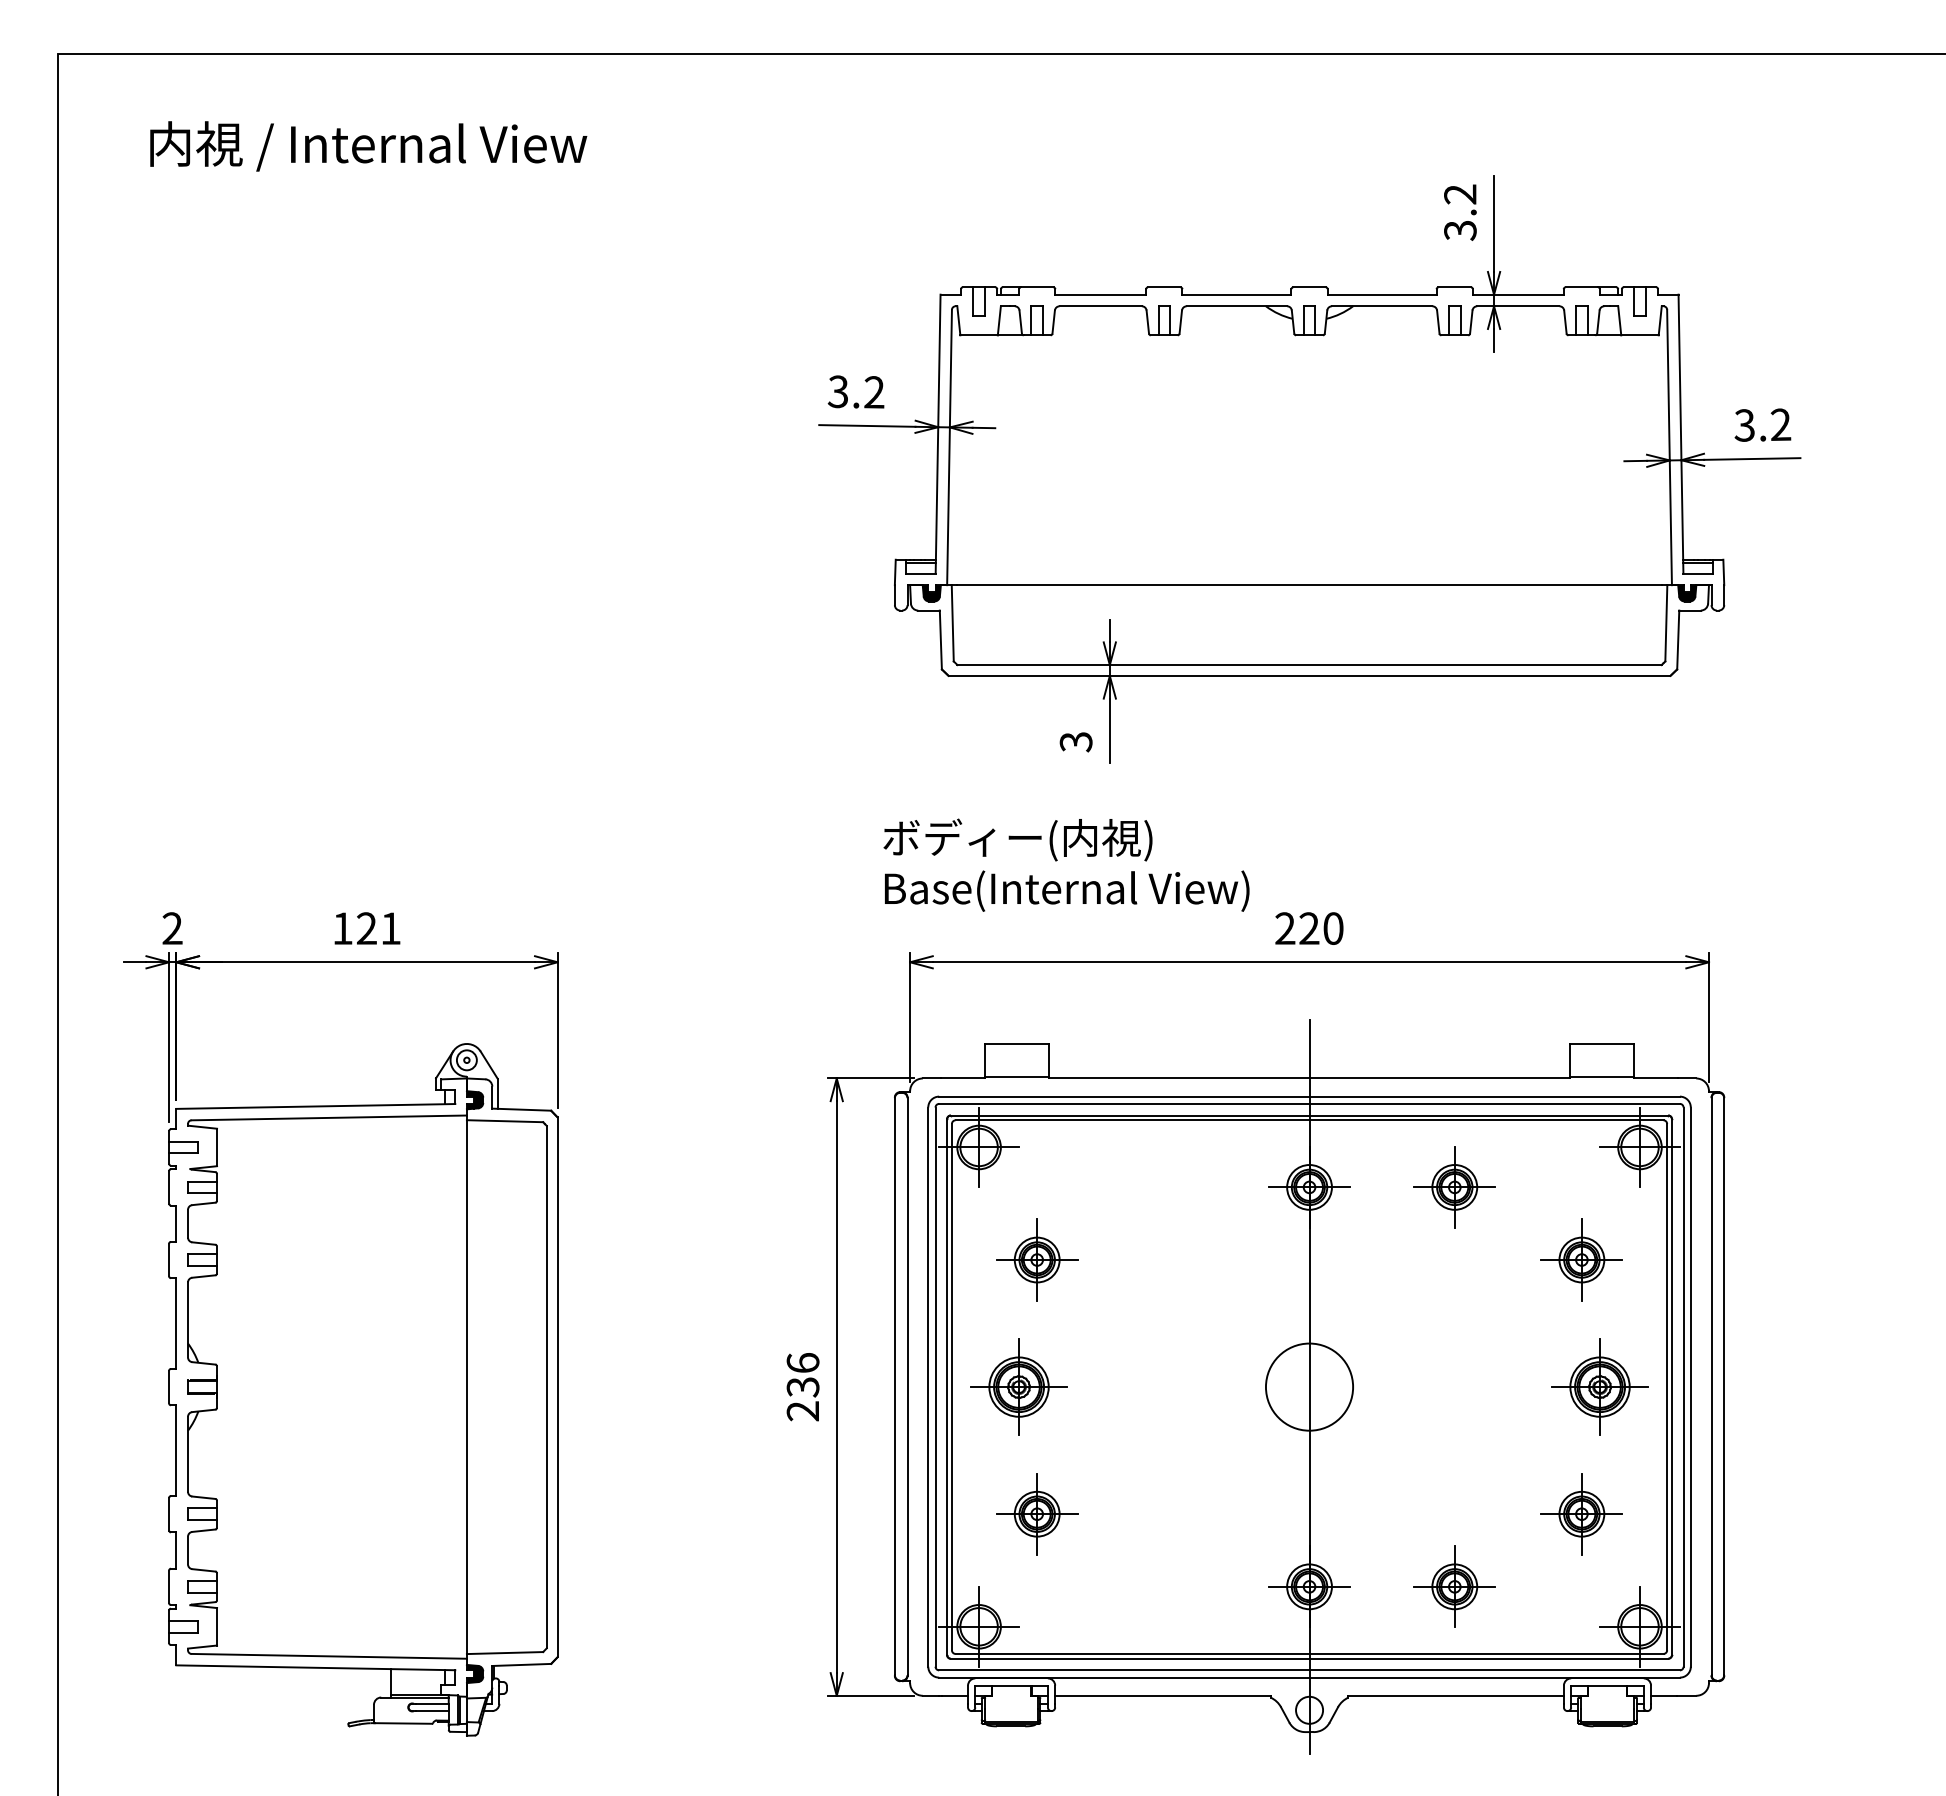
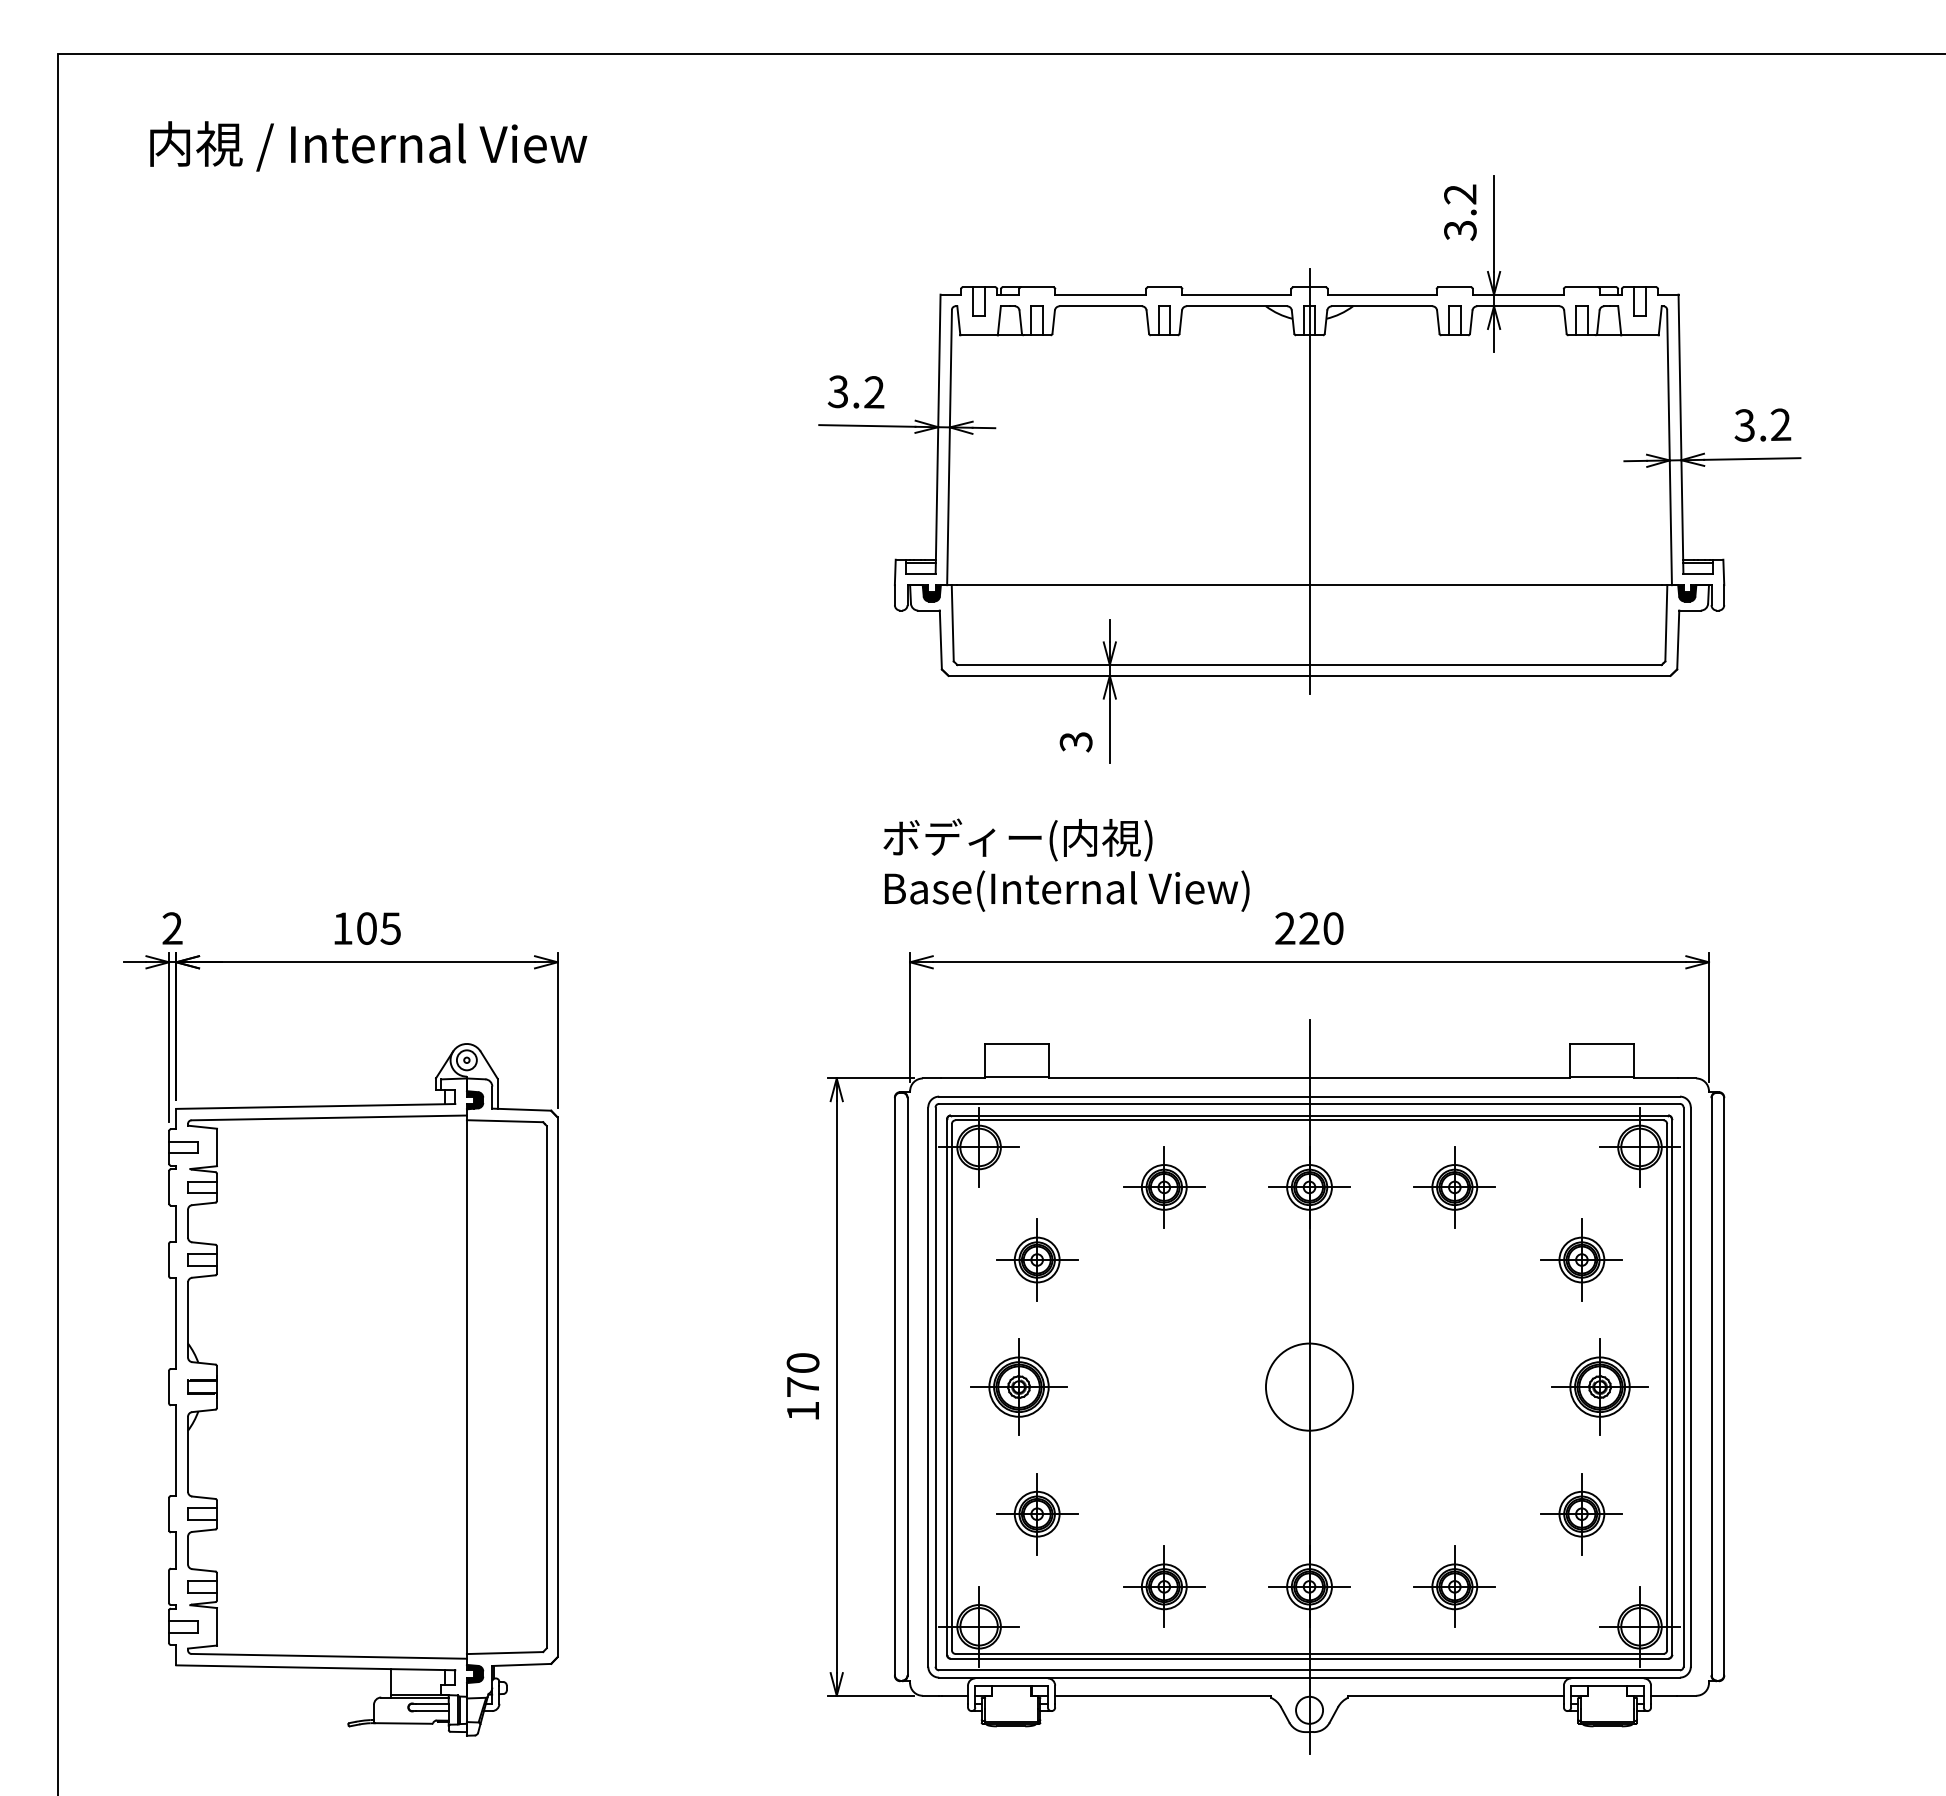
line at (1309, 481): none -> present
text at (378, 928): 121 -> 105
part at (1164, 1187): none -> present
text at (802, 1387): 236 -> 170
part at (1164, 1586): none -> present
